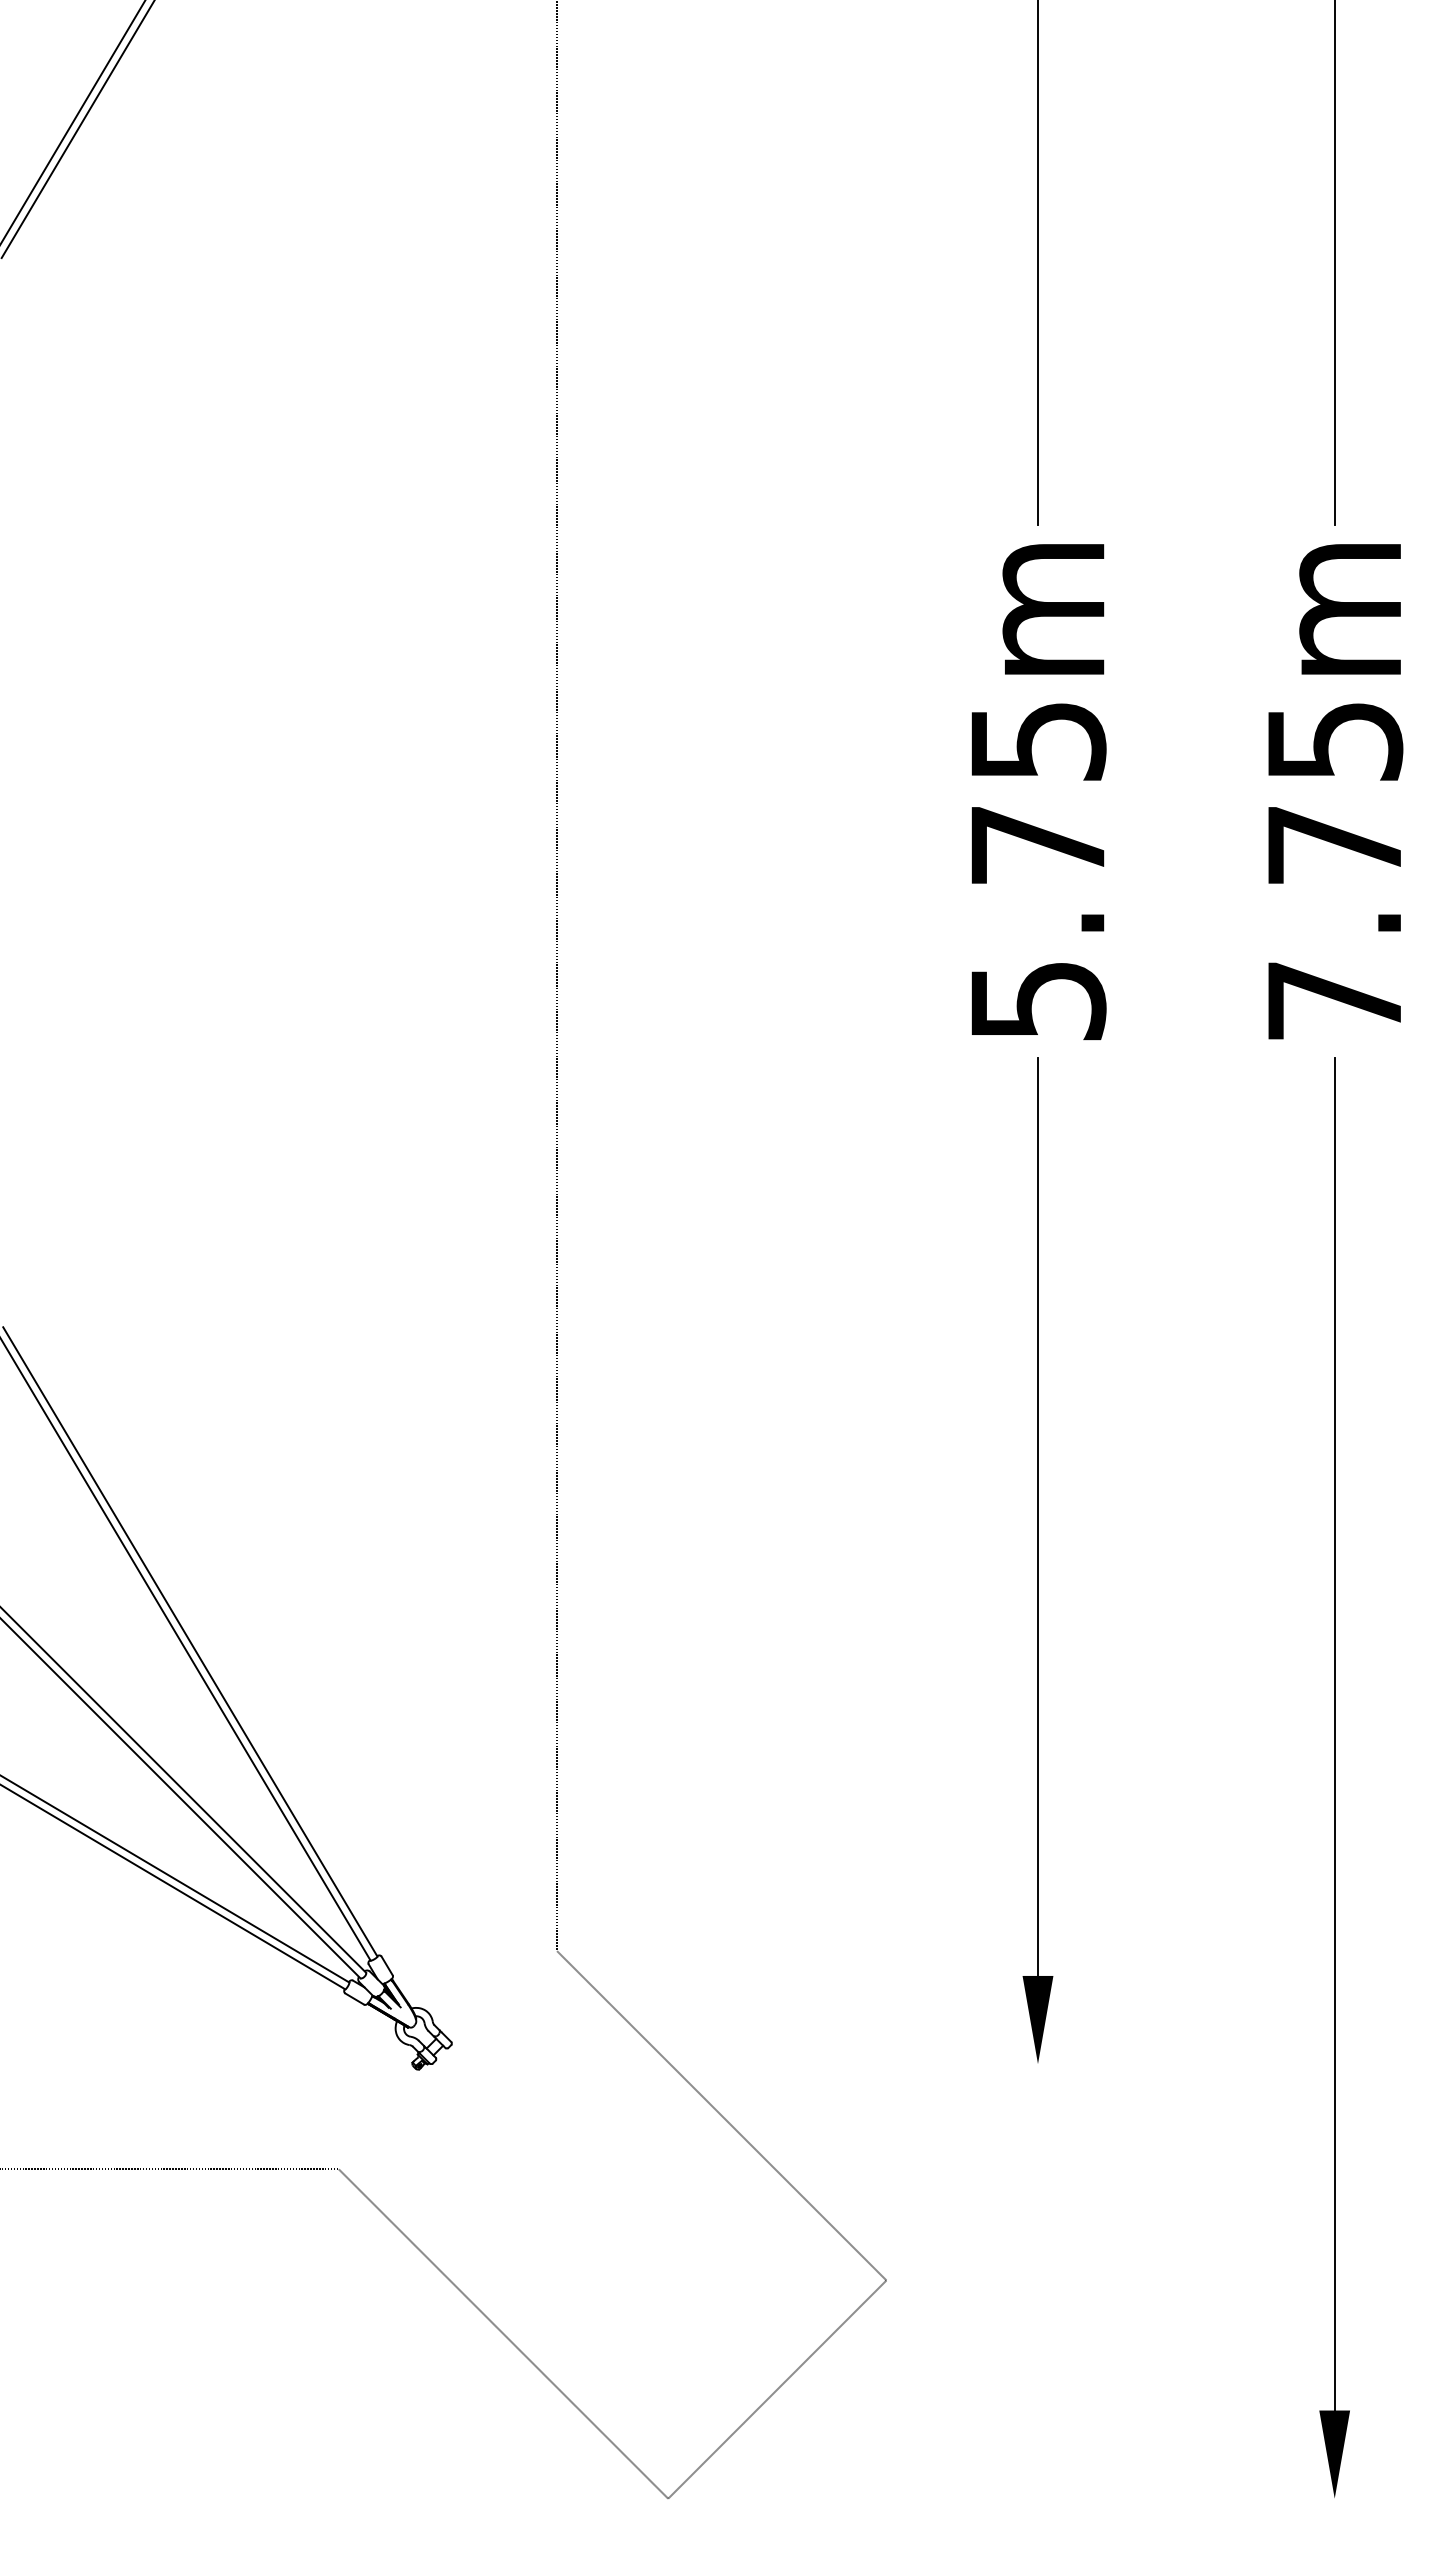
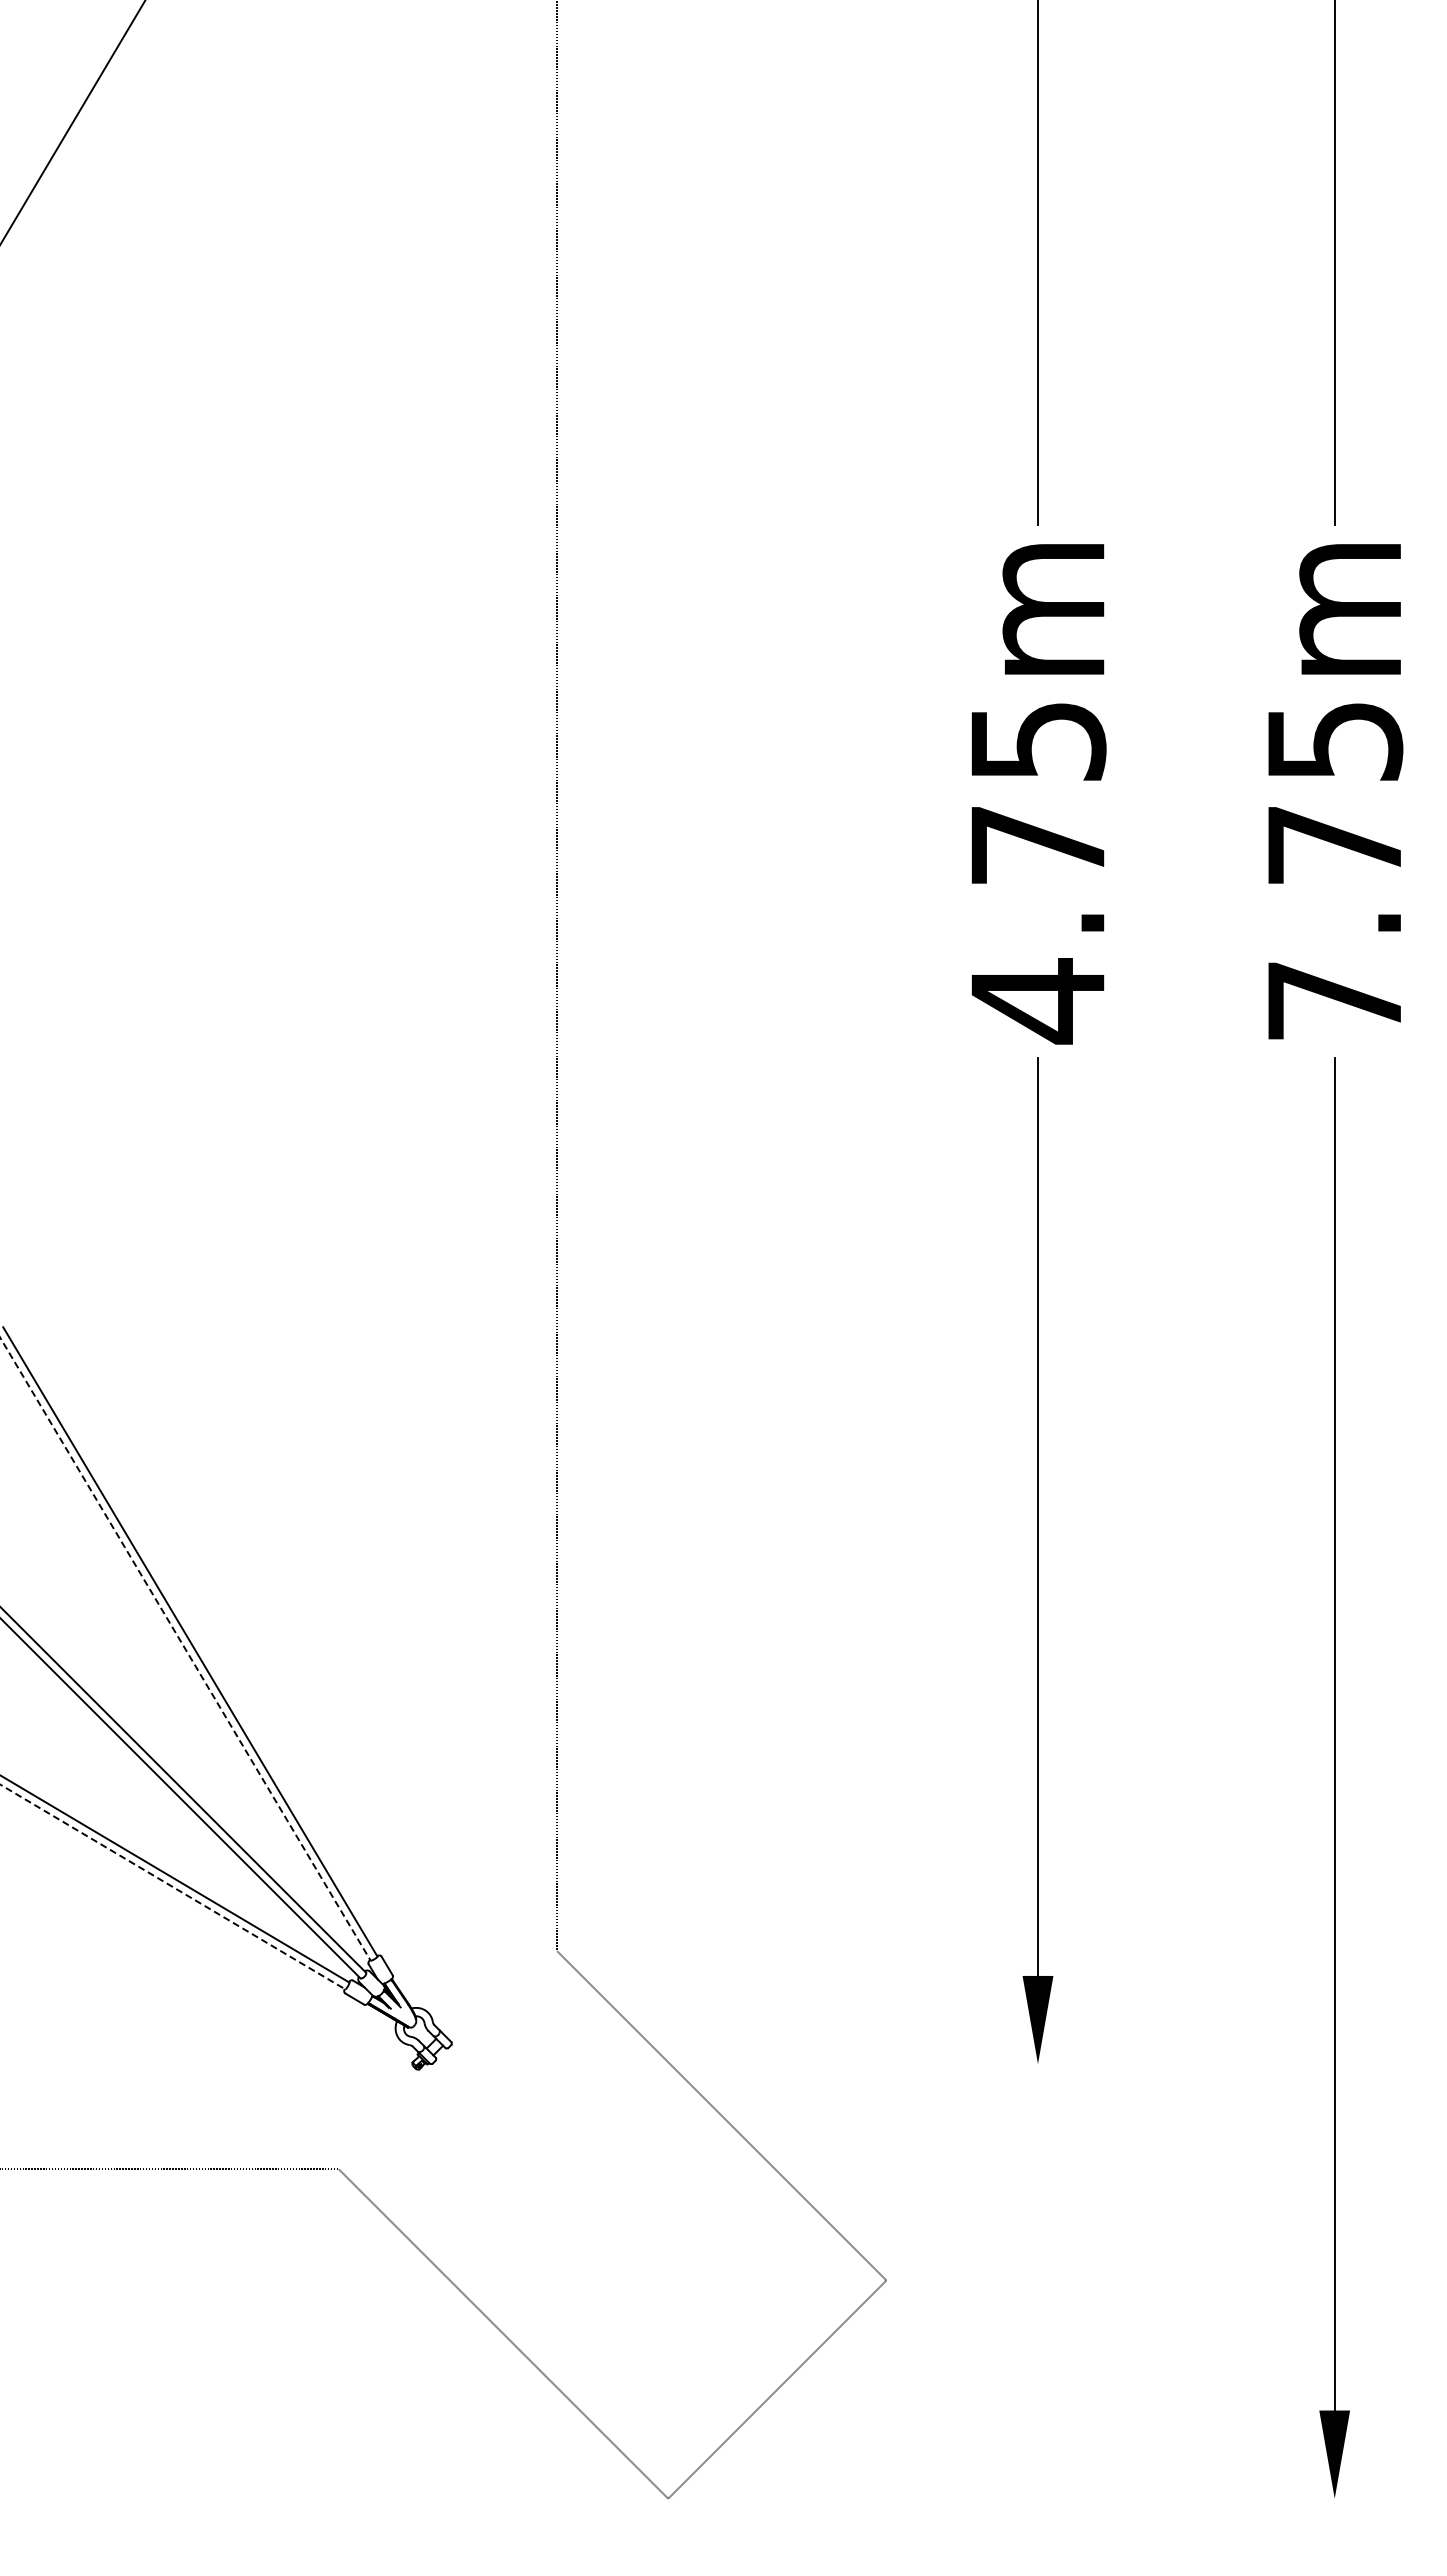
line at (77, 129): present -> none
text at (1038, 1001): 5.75m -> 4.75m
line at (185, 1649): solid -> dashed
line at (173, 1887): solid -> dashed
